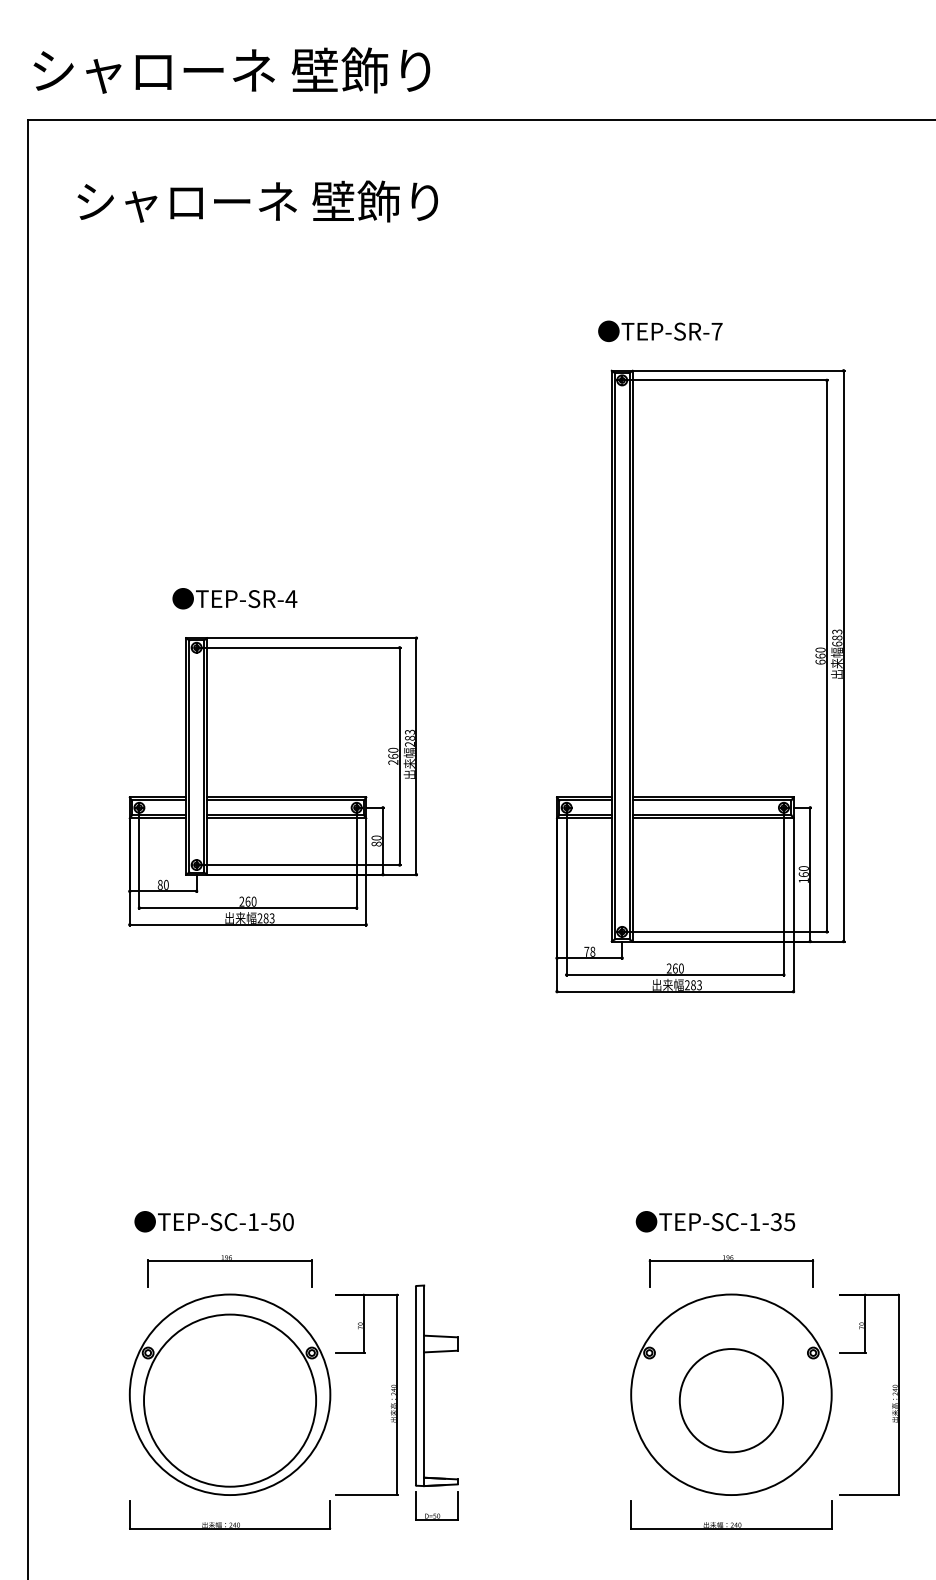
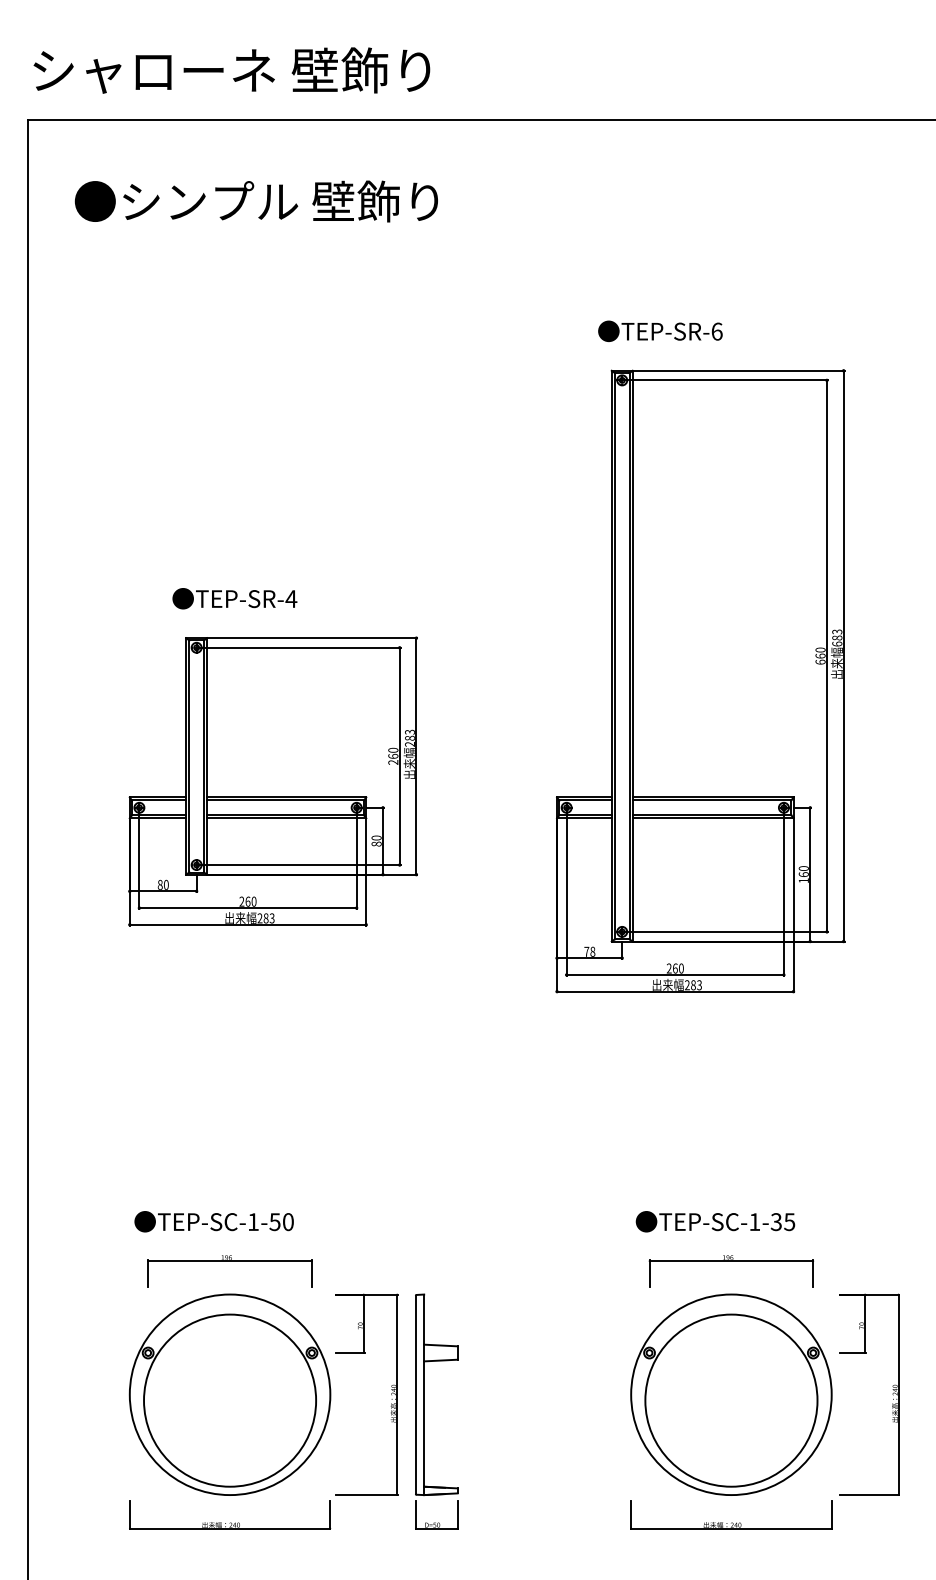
text at (186, 201): シャローネ 壁飾り -> ●シンプル 壁飾り
text at (716, 331): TEP-SR-7 -> TEP-SR-6
circle at (731, 1400) diameter: 103 px -> 172 px
part at (424, 1402) position: (424, 1402) -> (424, 1411)
